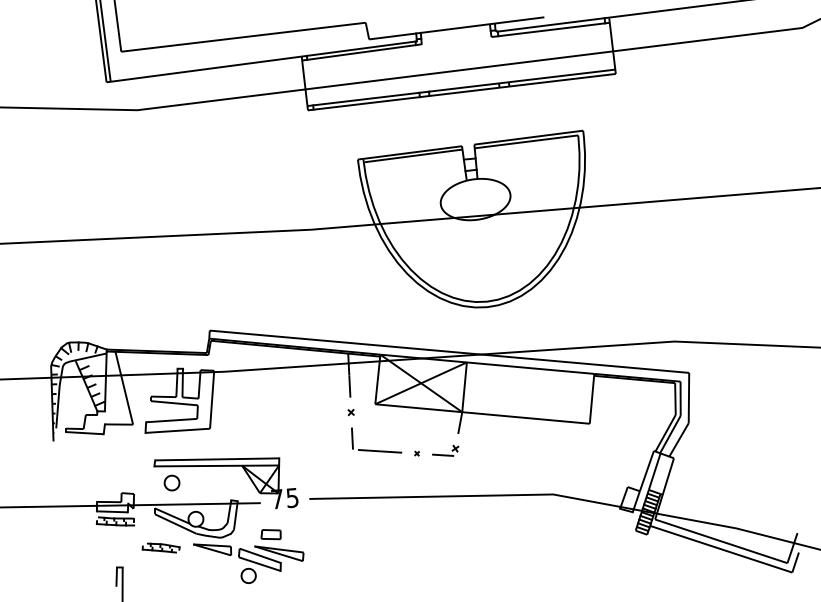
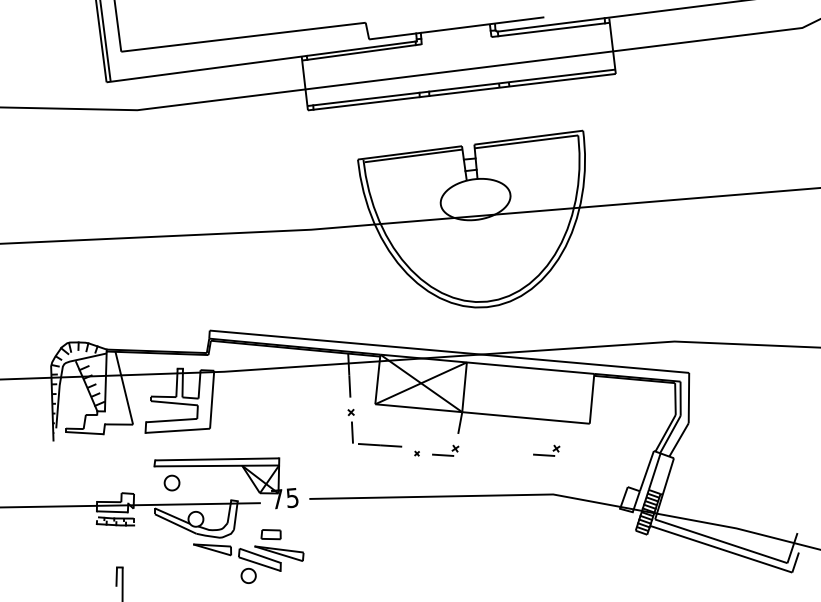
part at (376, 450) position: (376, 450) -> (376, 444)
part at (546, 450): none -> present
part at (160, 547): present -> none
